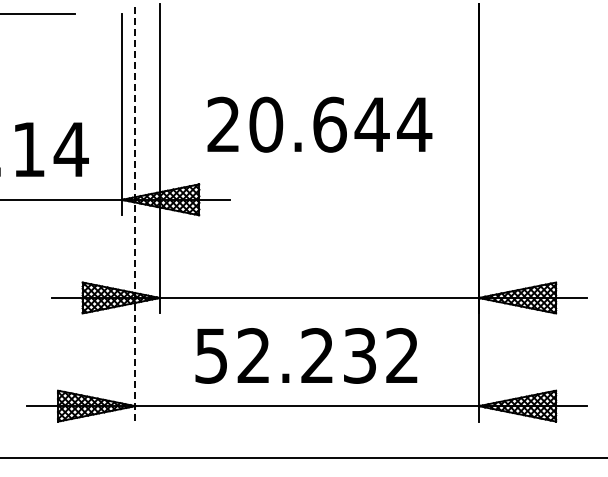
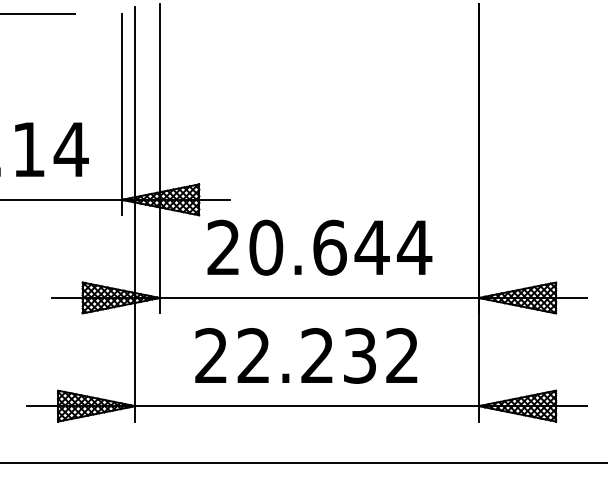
text at (319, 124) position: (319, 124) -> (319, 247)
line at (135, 214): dashed -> solid
text at (210, 355): 52.232 -> 22.232
line at (303, 457) position: (303, 457) -> (303, 462)
